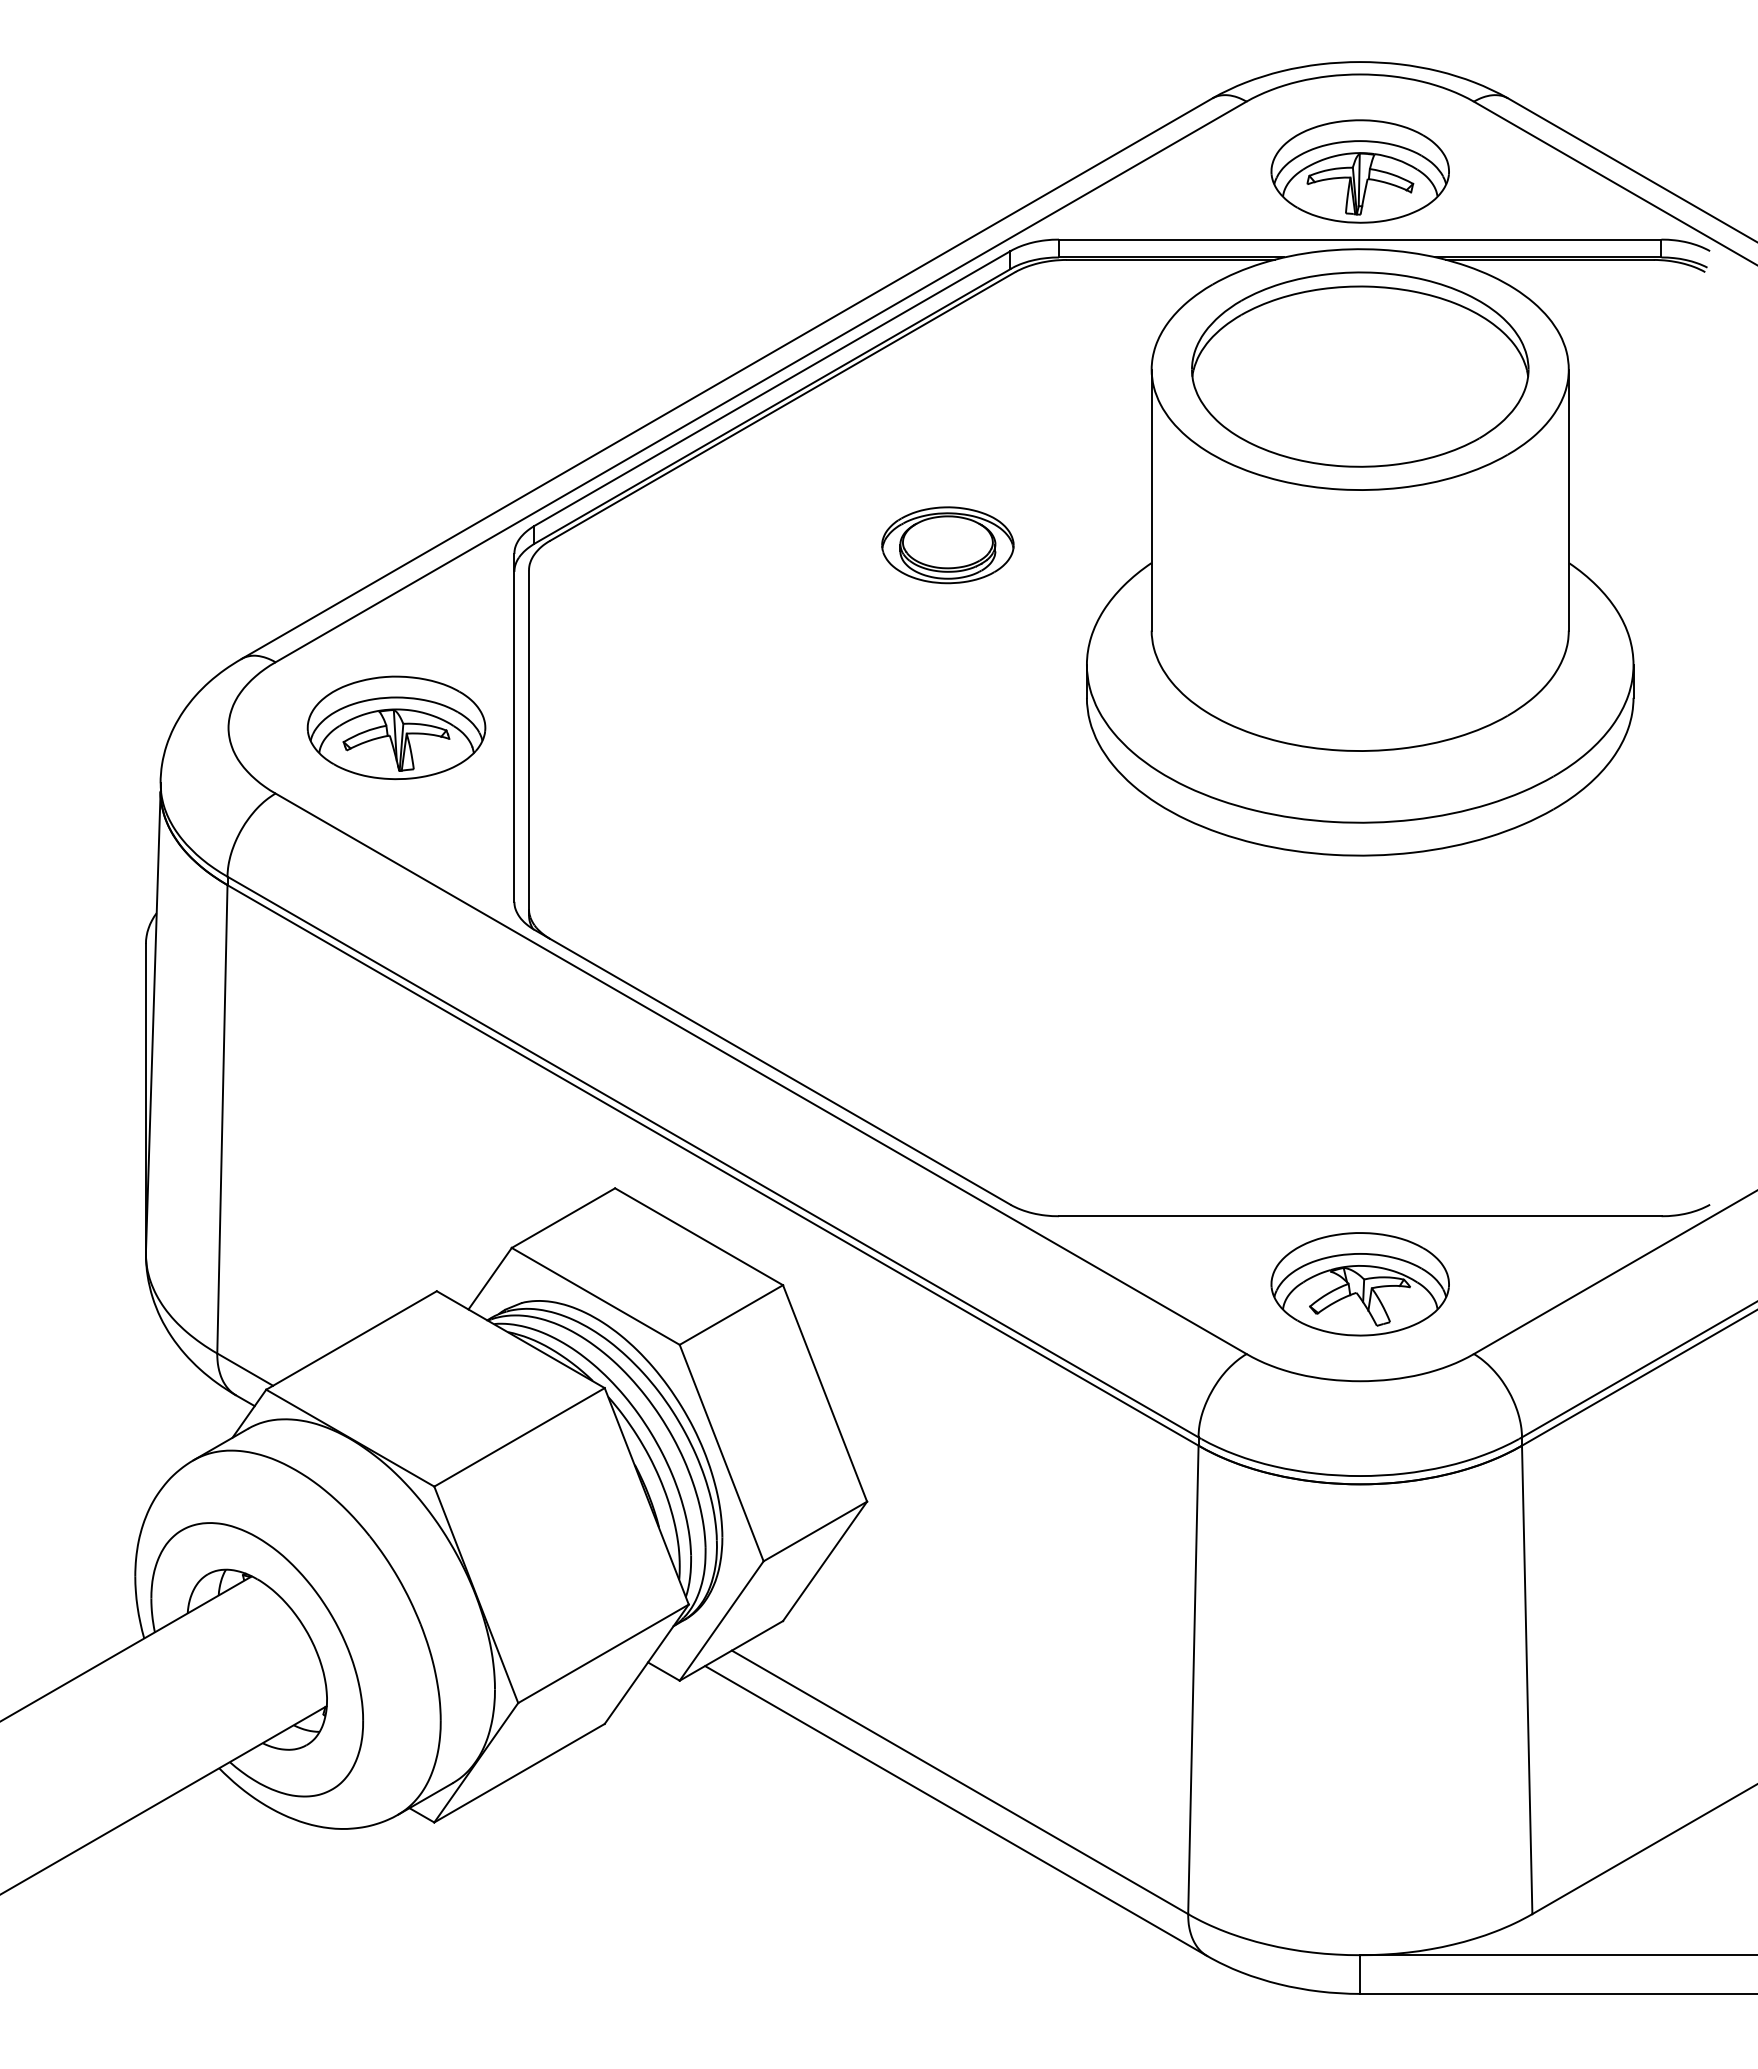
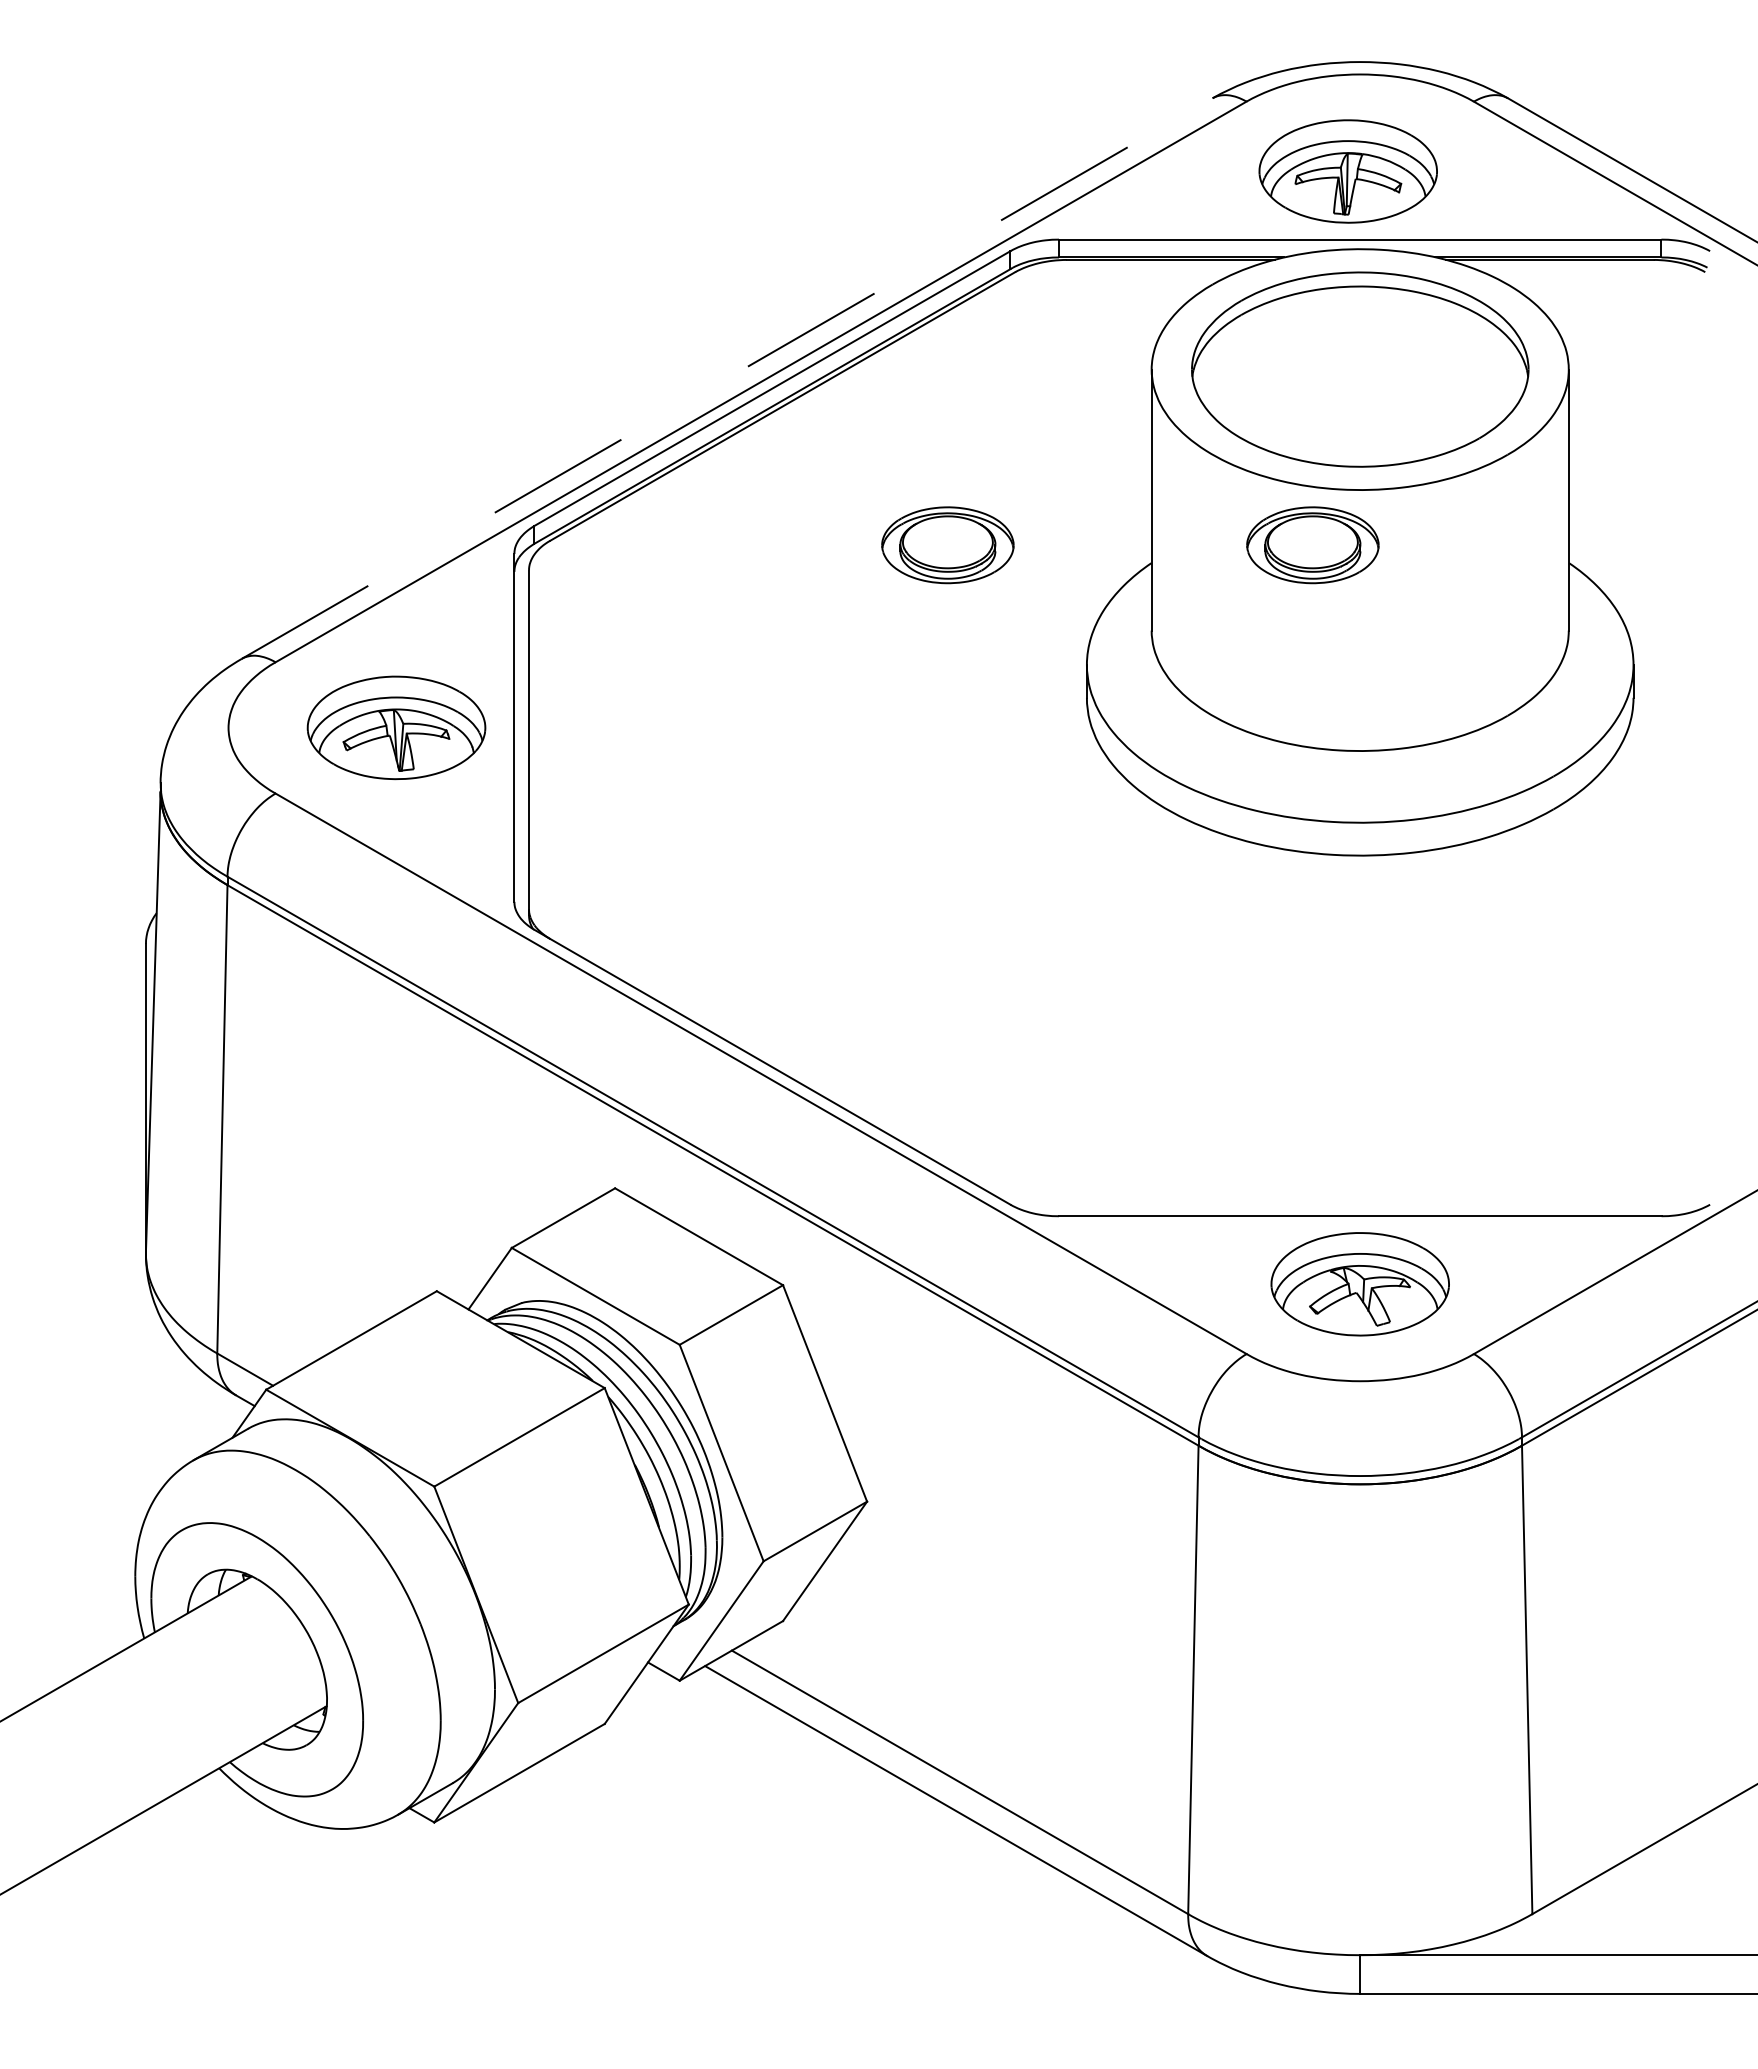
part at (1359, 171) position: (1359, 171) -> (1347, 171)
line at (727, 378): solid -> dashed
part at (1312, 545): none -> present
